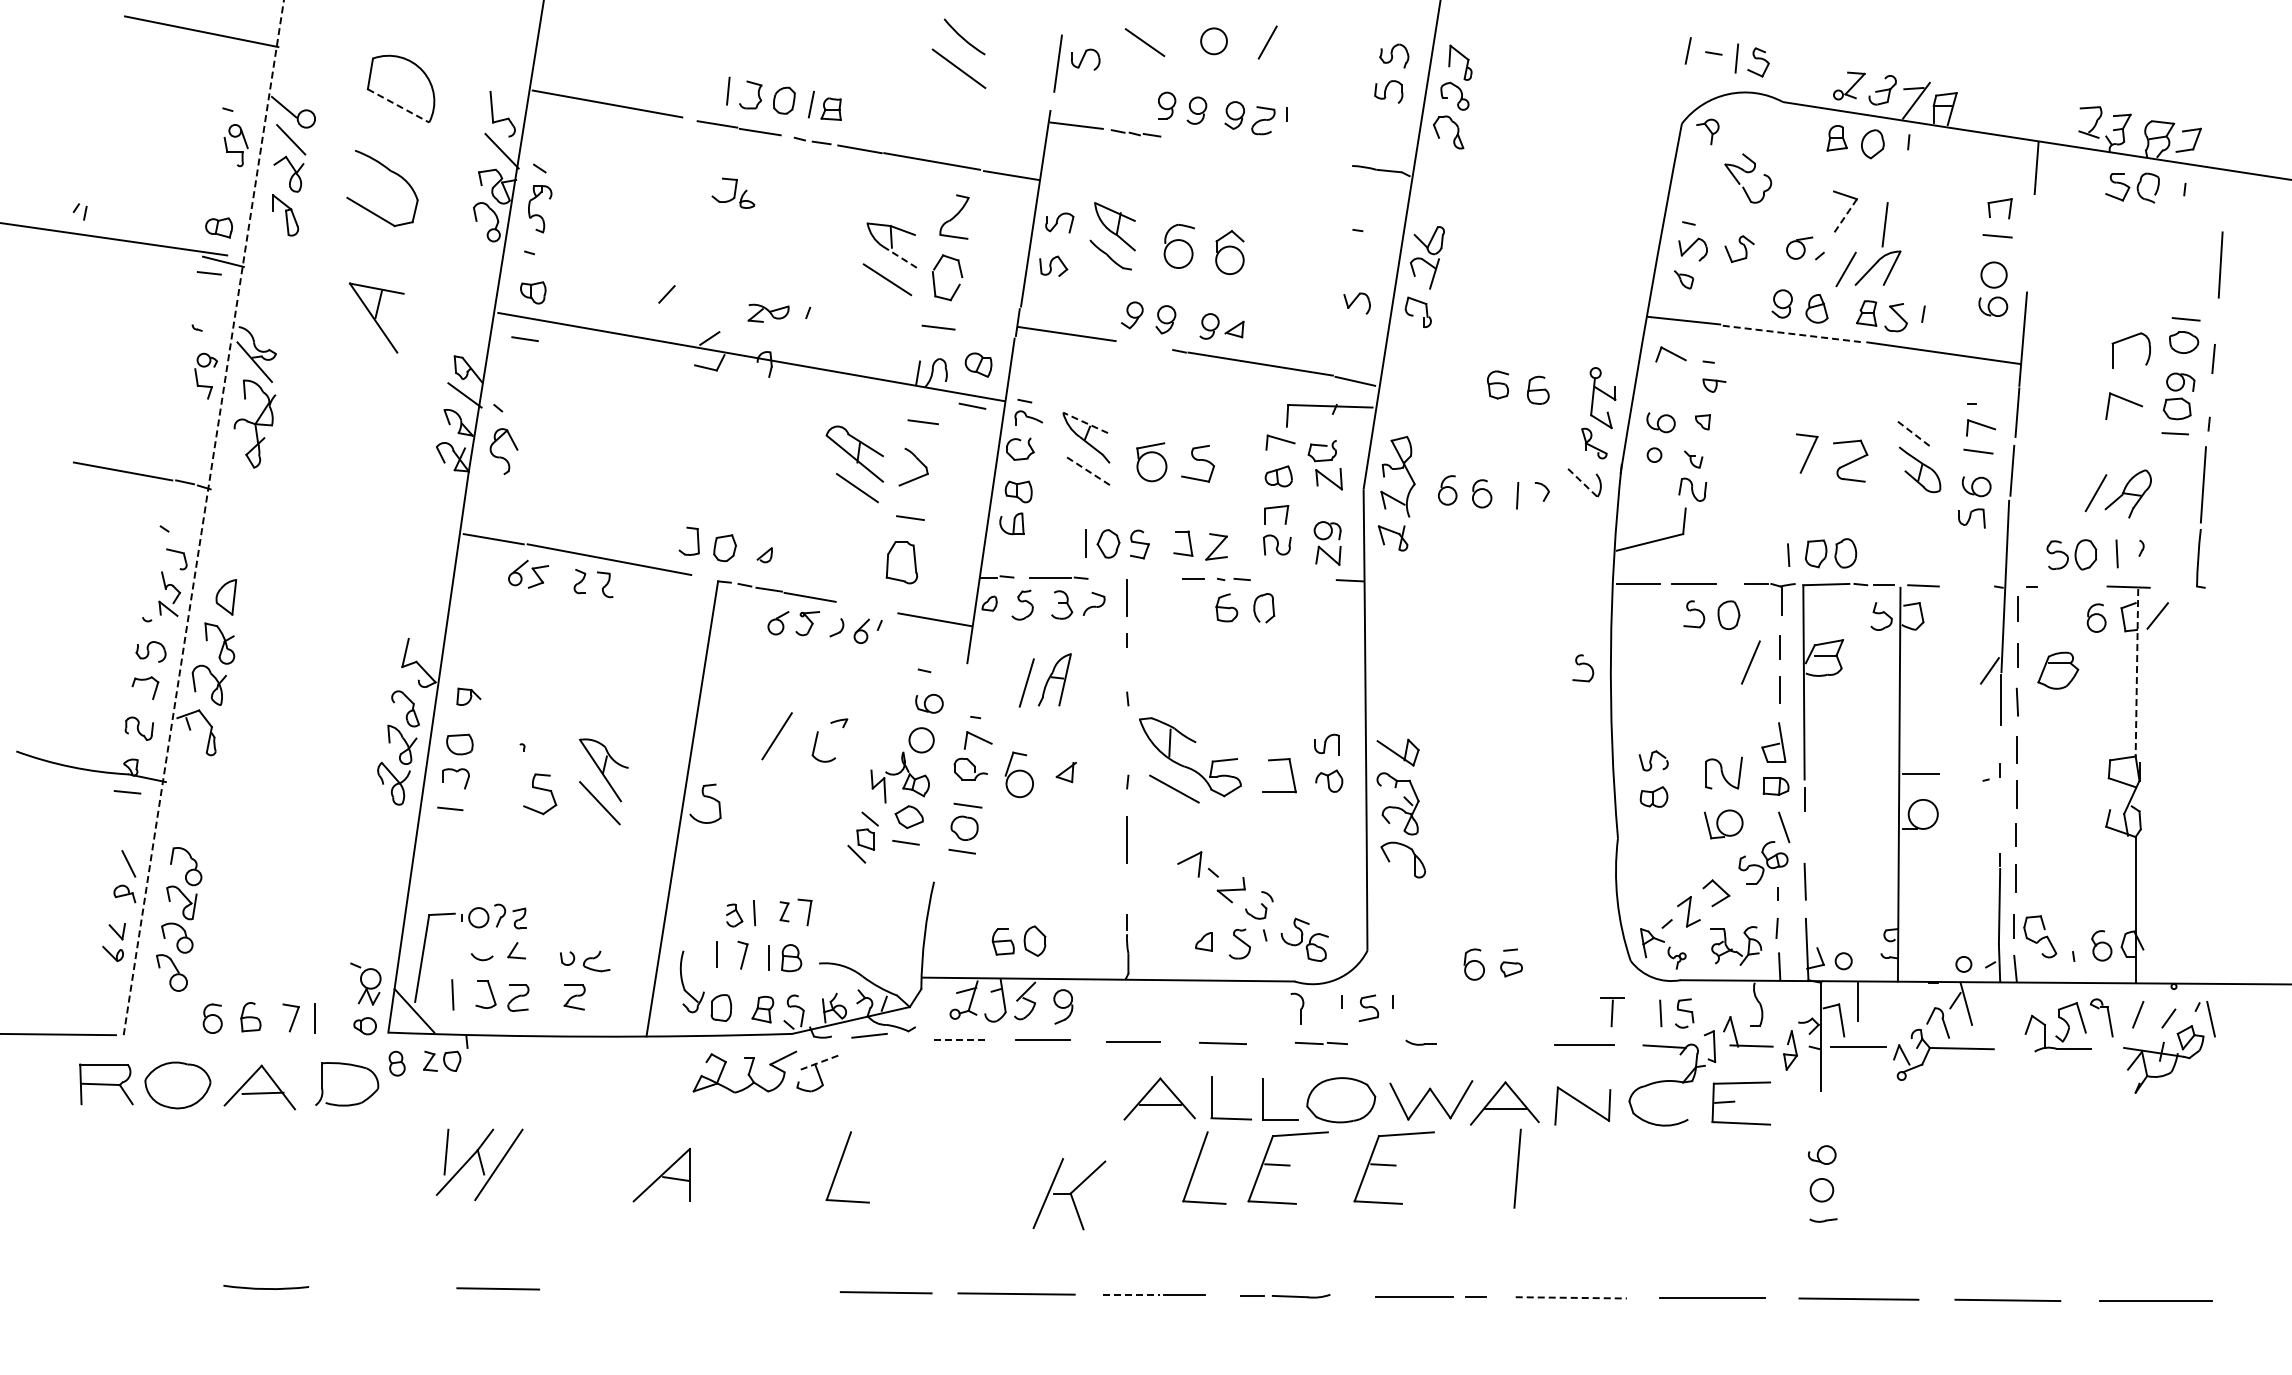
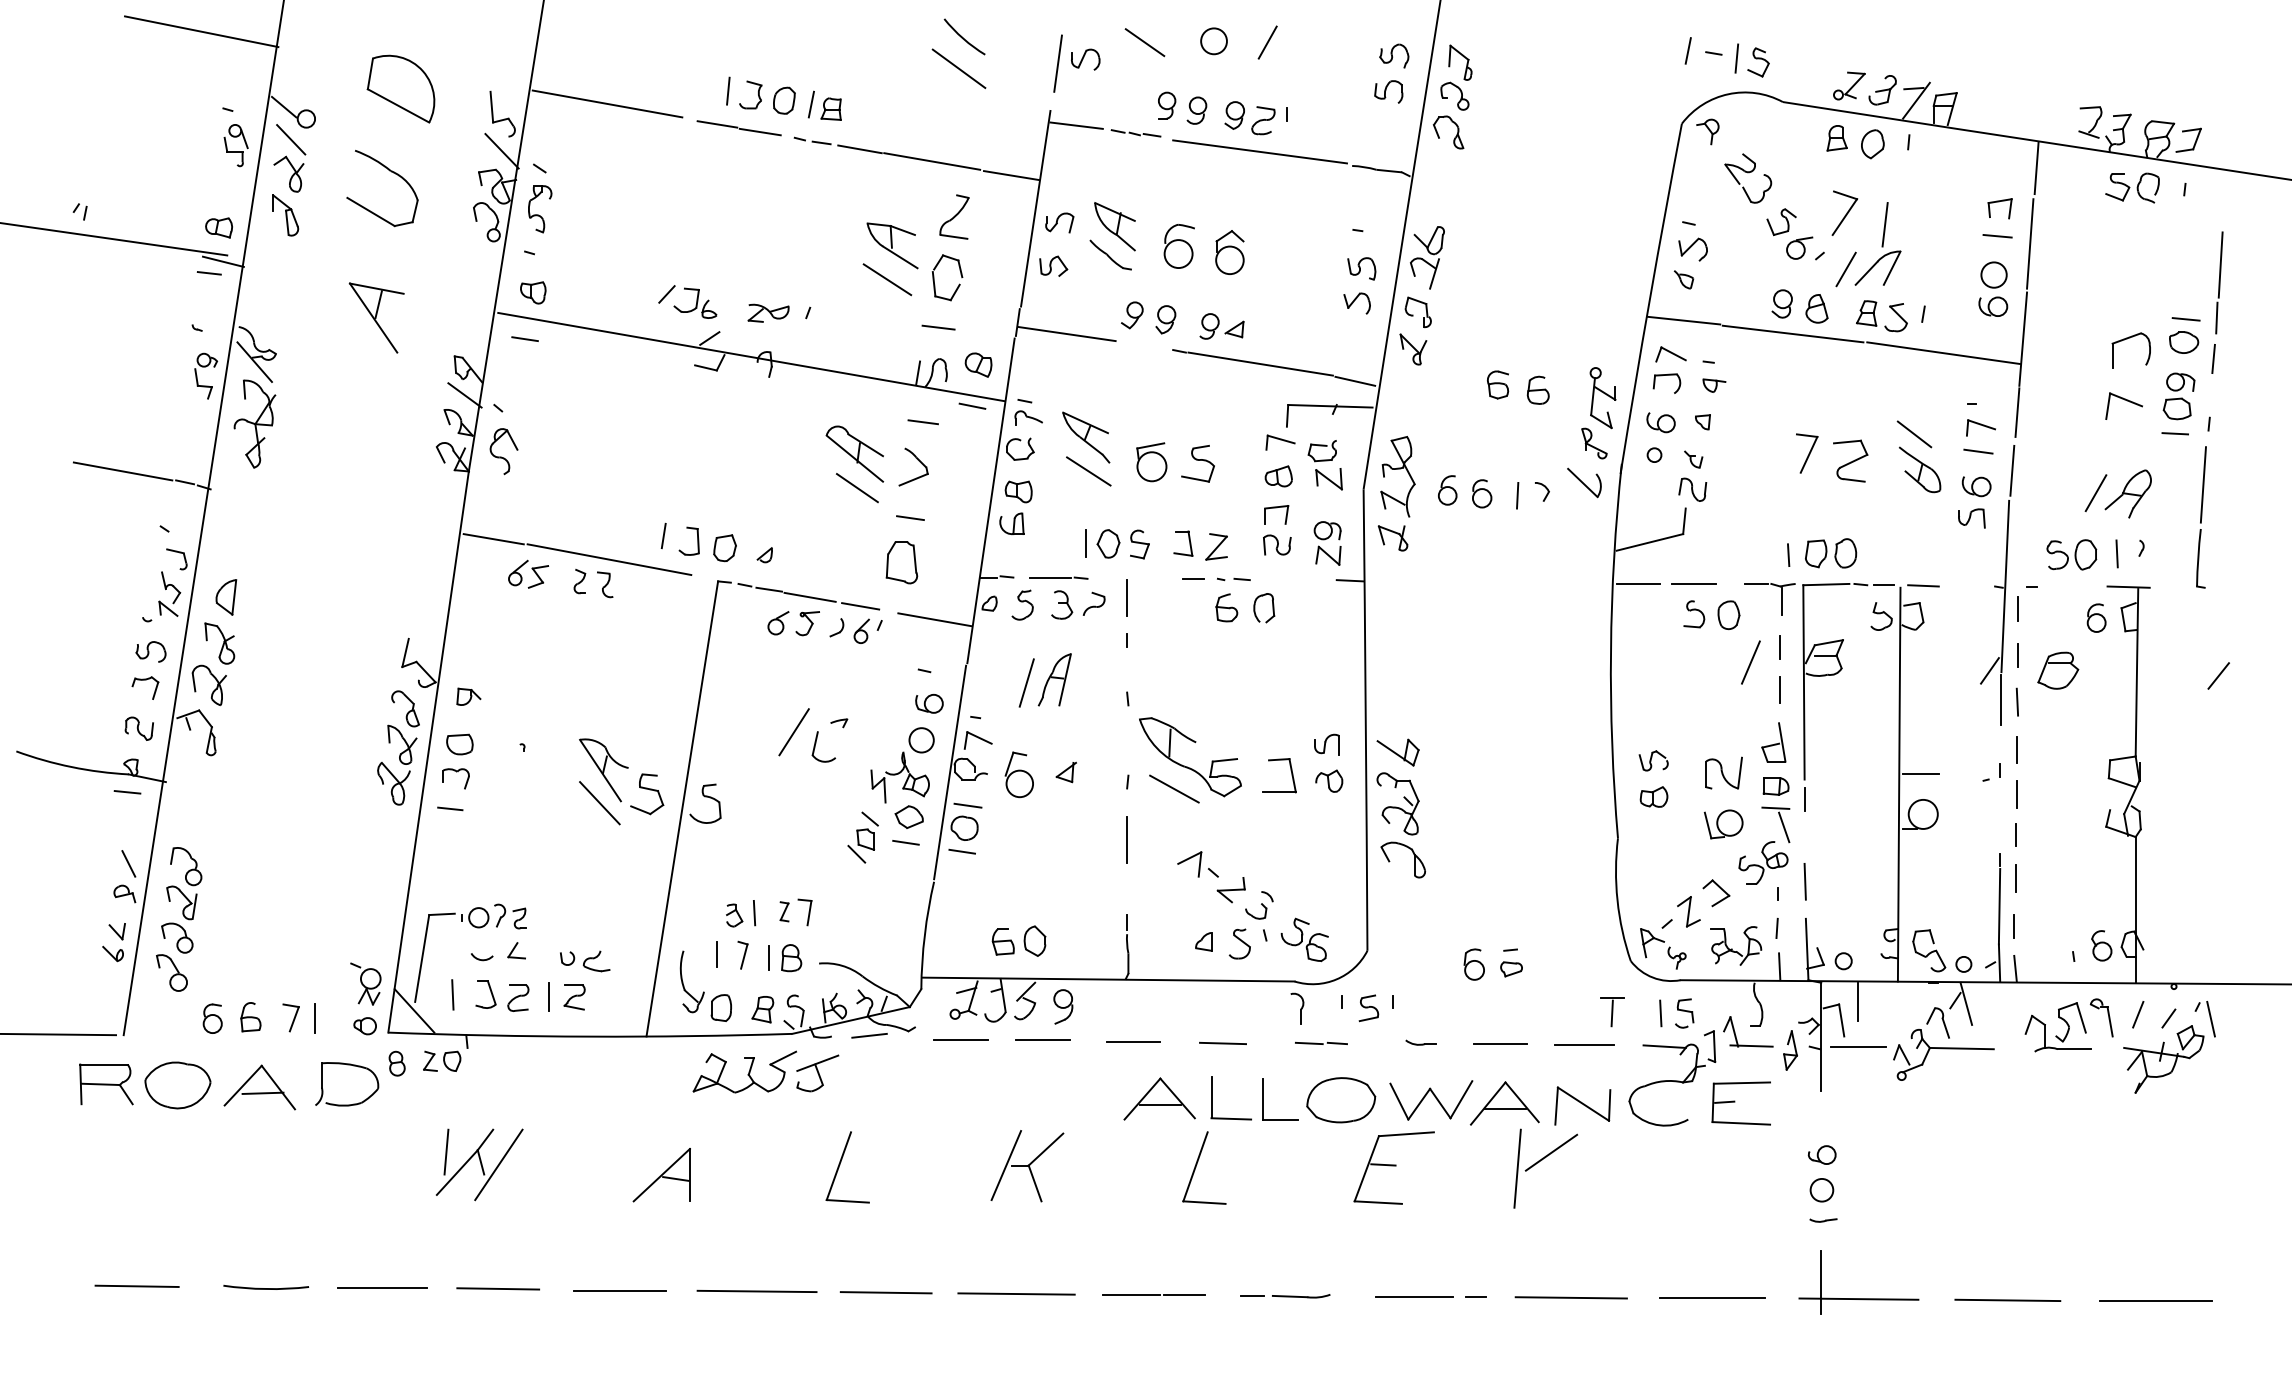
line at (398, 105): dashed -> solid
line at (1260, 151): none -> present
part at (733, 192) position: (733, 192) -> (695, 302)
line at (1844, 217): dashed -> solid
line at (2030, 243): none -> present
part at (1739, 249) position: (1739, 249) -> (1781, 222)
line at (900, 257): dashed -> solid
part at (1361, 268): none -> present
line at (2216, 317): none -> present
line at (1793, 334): dashed -> solid
part at (1413, 349): none -> present
part at (1666, 375): none -> present
line at (1085, 422): dashed -> solid
line at (1914, 434): dashed -> solid
line at (1088, 471): dashed -> solid
line at (1583, 483): dashed -> solid
line at (203, 517): dashed -> solid
line at (663, 535): none -> present
line at (860, 606): none -> present
line at (2157, 615) position: (2157, 615) -> (2218, 675)
part at (1583, 668): present -> none
line at (2136, 672): dashed -> solid
line at (776, 736) position: (776, 736) -> (793, 732)
line at (950, 772): none -> present
part at (540, 794) position: (540, 794) -> (647, 794)
line at (1775, 807): none -> present
part at (2040, 936) position: (2040, 936) -> (1929, 950)
line at (549, 996): none -> present
line at (960, 1040): dashed -> solid
line at (1500, 1044): none -> present
line at (817, 1063): dashed -> solid
line at (1551, 1152): none -> present
part at (1287, 1167): present -> none
part at (1069, 1194) position: (1069, 1194) -> (1027, 1166)
line at (1821, 1282): none -> present
line at (136, 1285): none -> present
line at (382, 1288): none -> present
line at (619, 1290): none -> present
line at (756, 1291): none -> present
line at (1131, 1294): dashed -> solid
line at (1571, 1297): dashed -> solid
